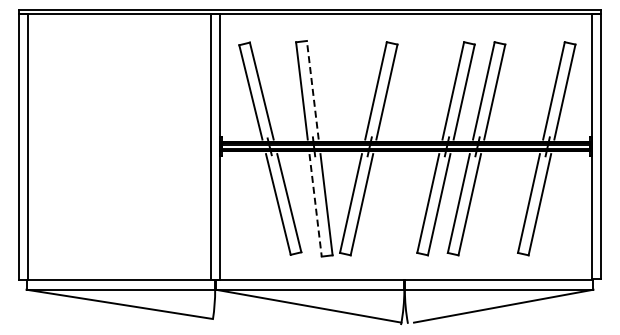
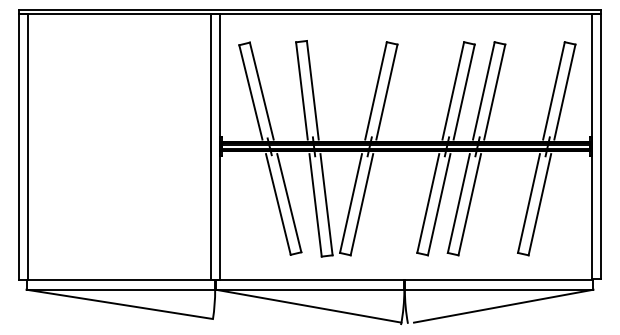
line at (312, 90): dashed -> solid
line at (315, 205): dashed -> solid
